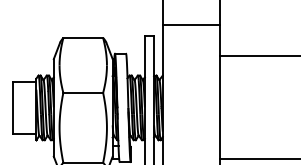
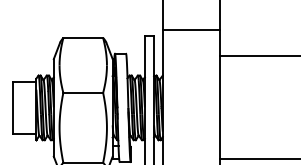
line at (191, 24) position: (191, 24) -> (191, 29)
